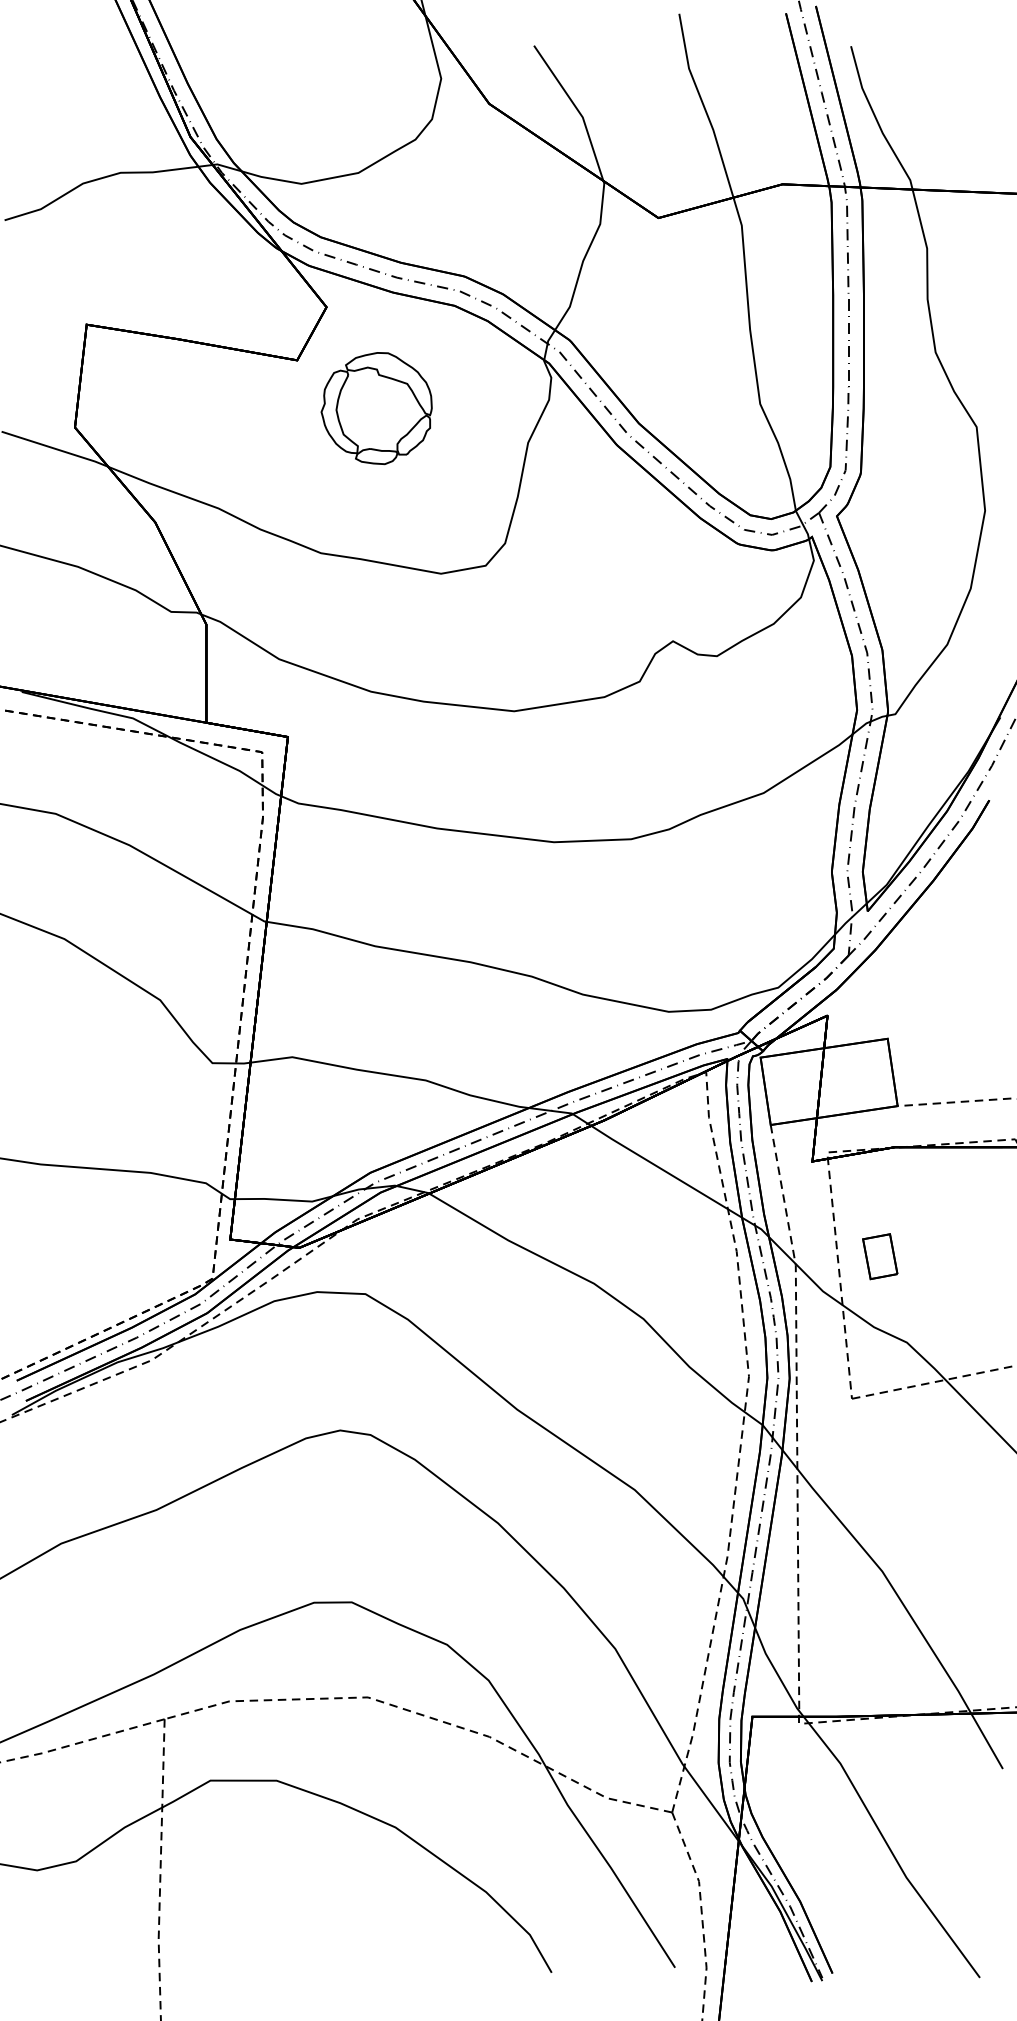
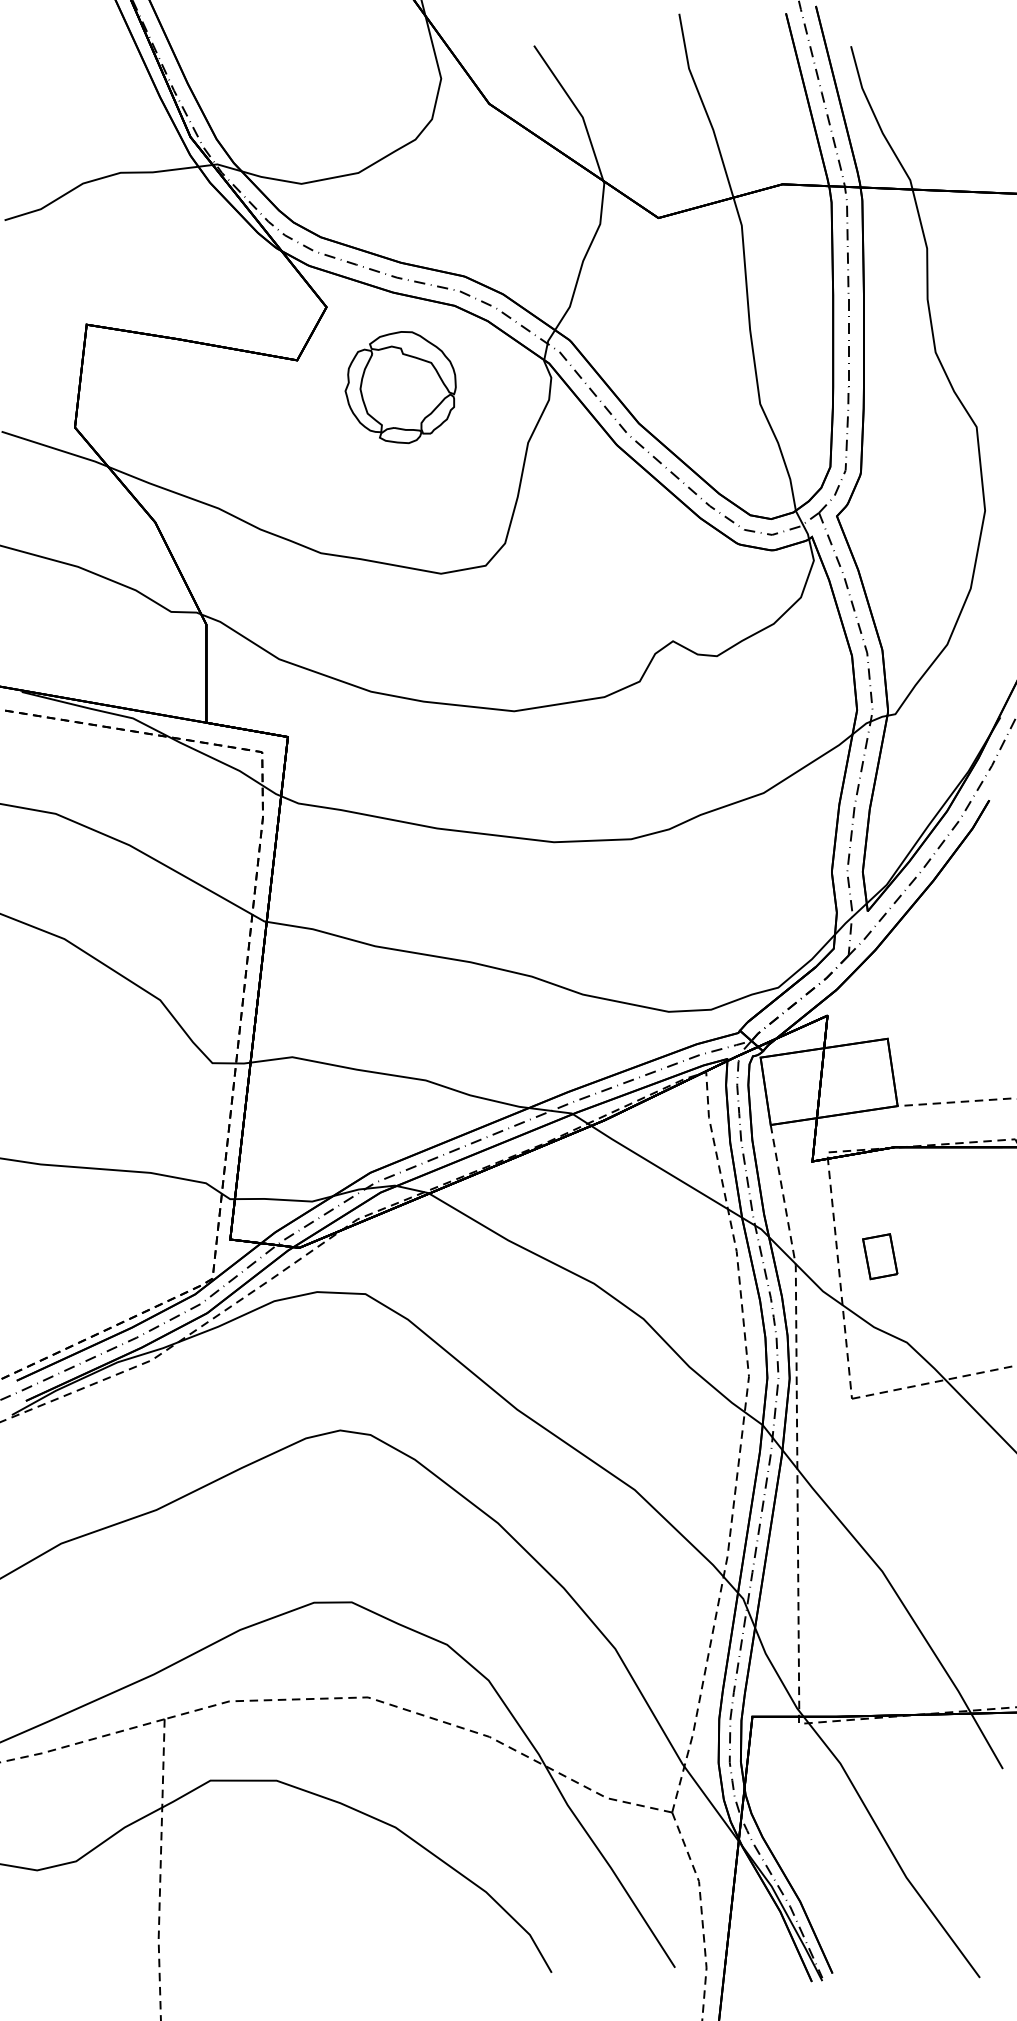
part at (376, 408) position: (376, 408) -> (400, 387)
